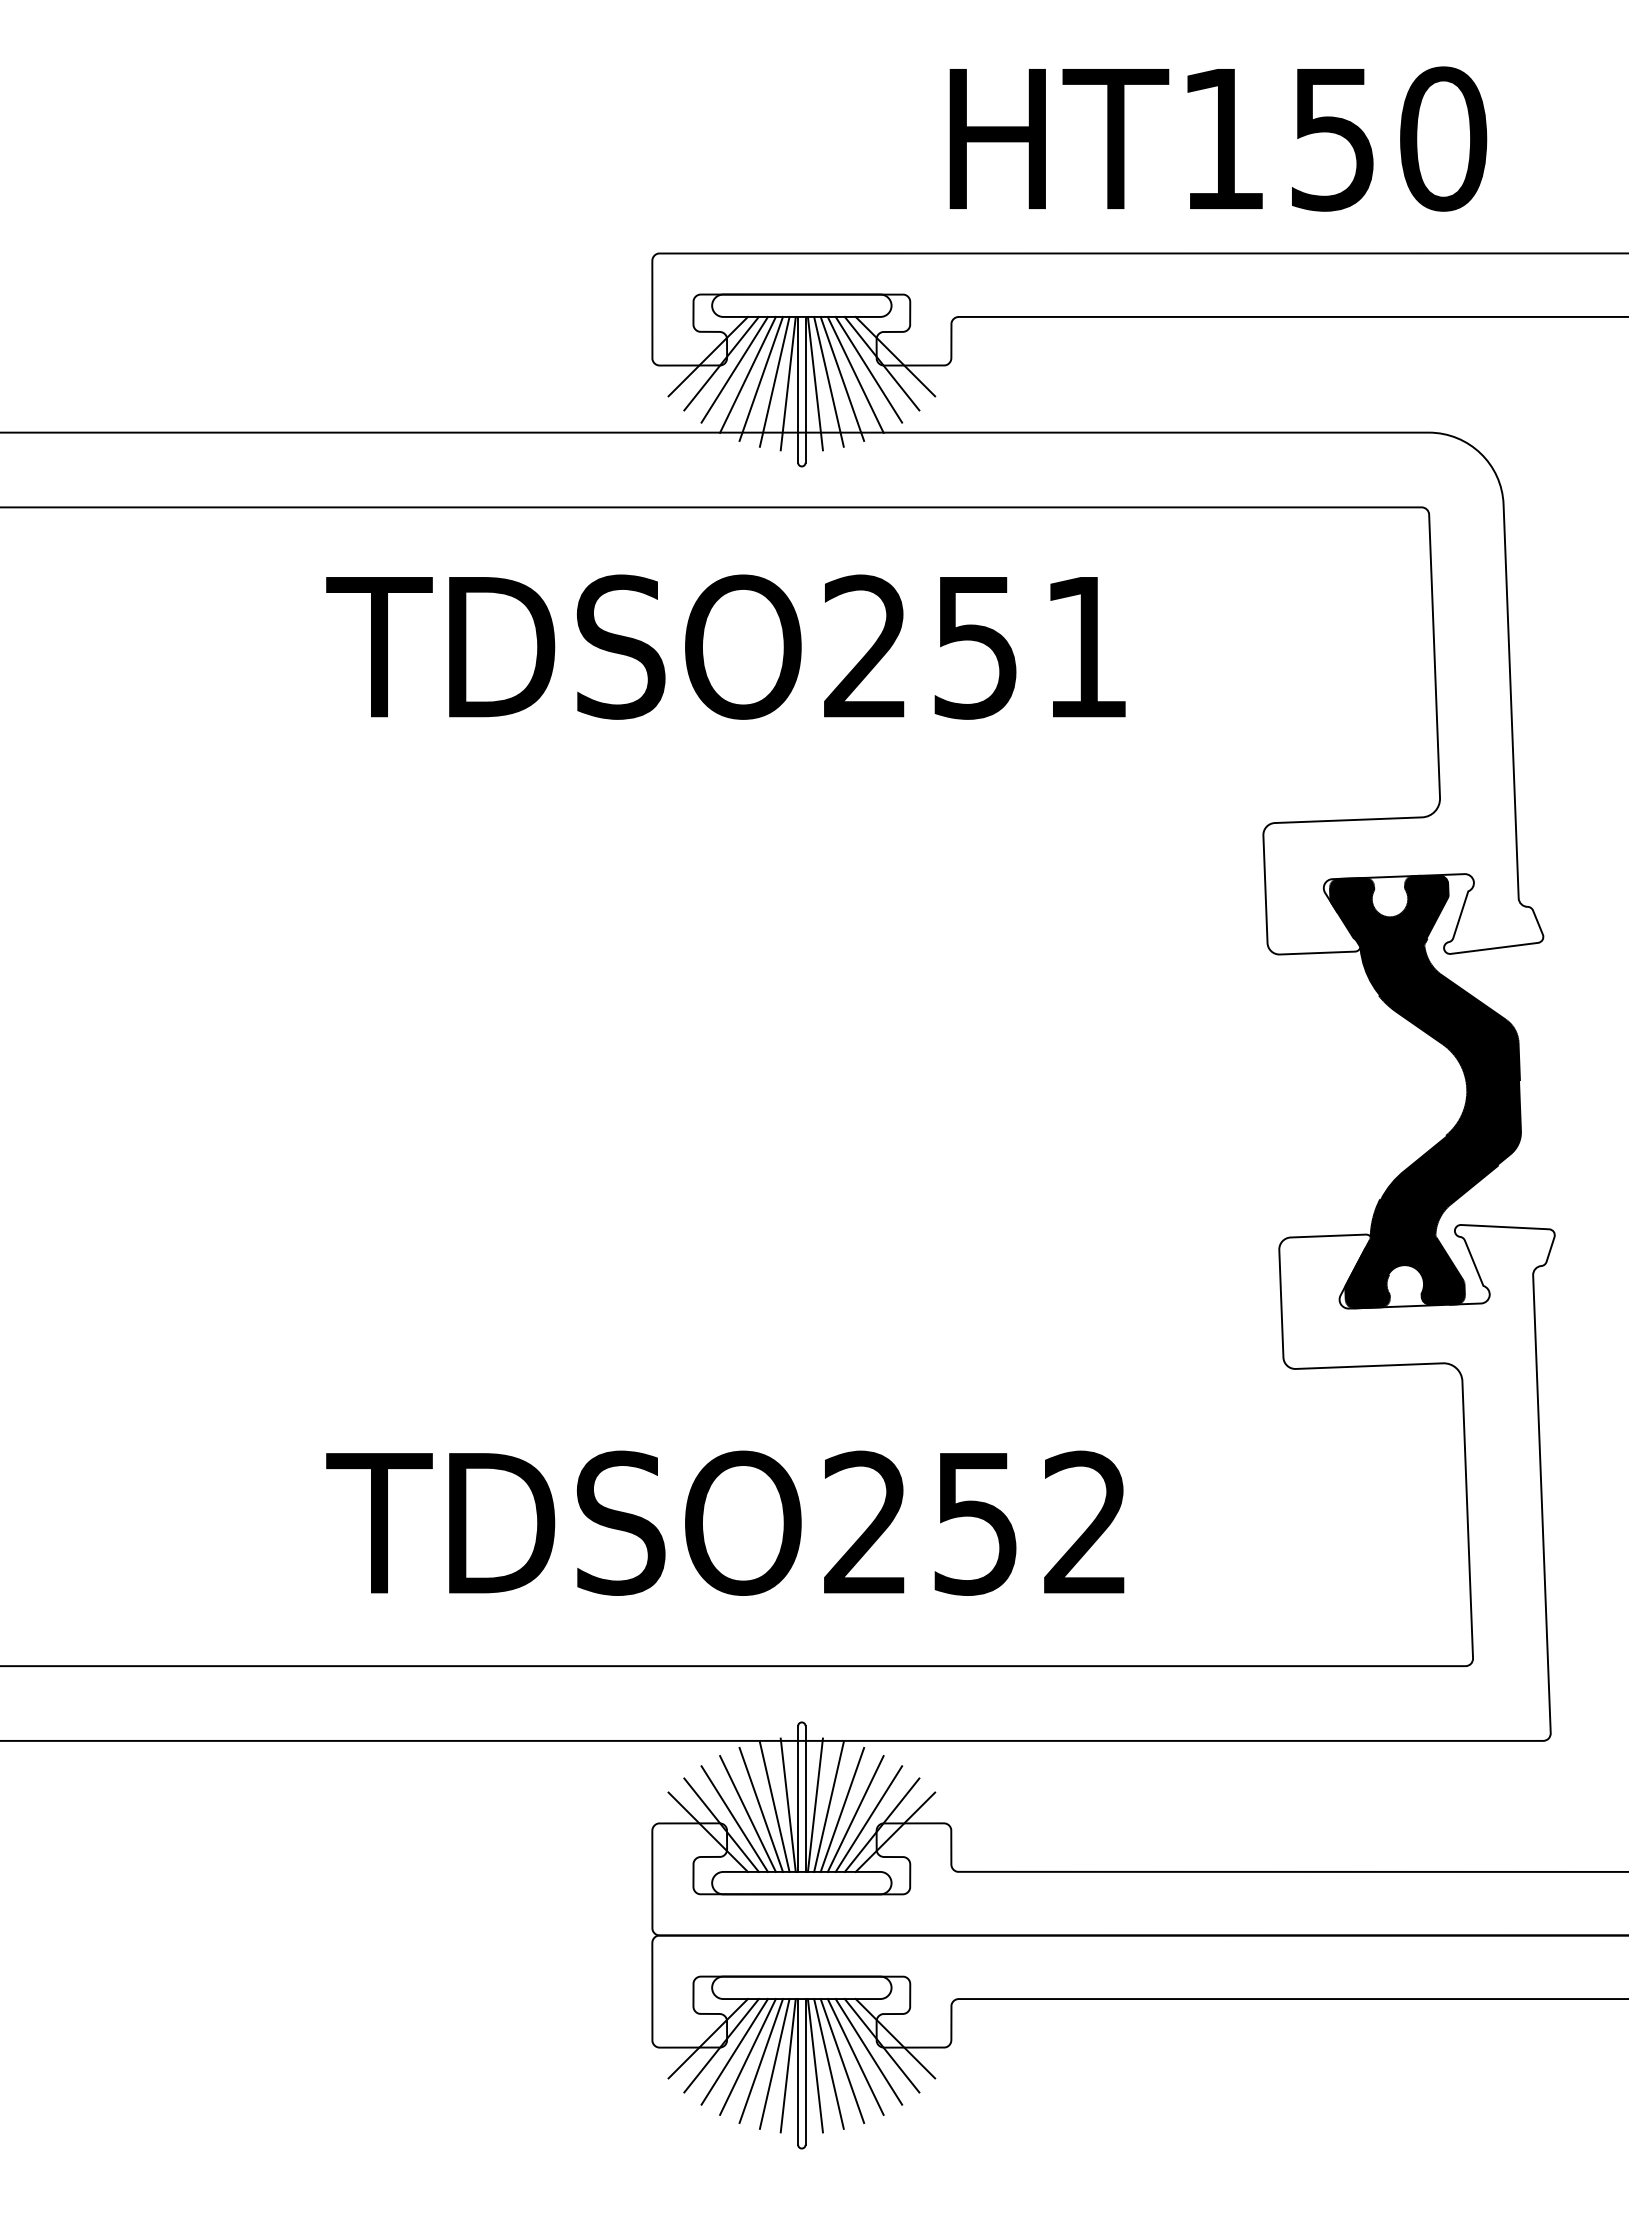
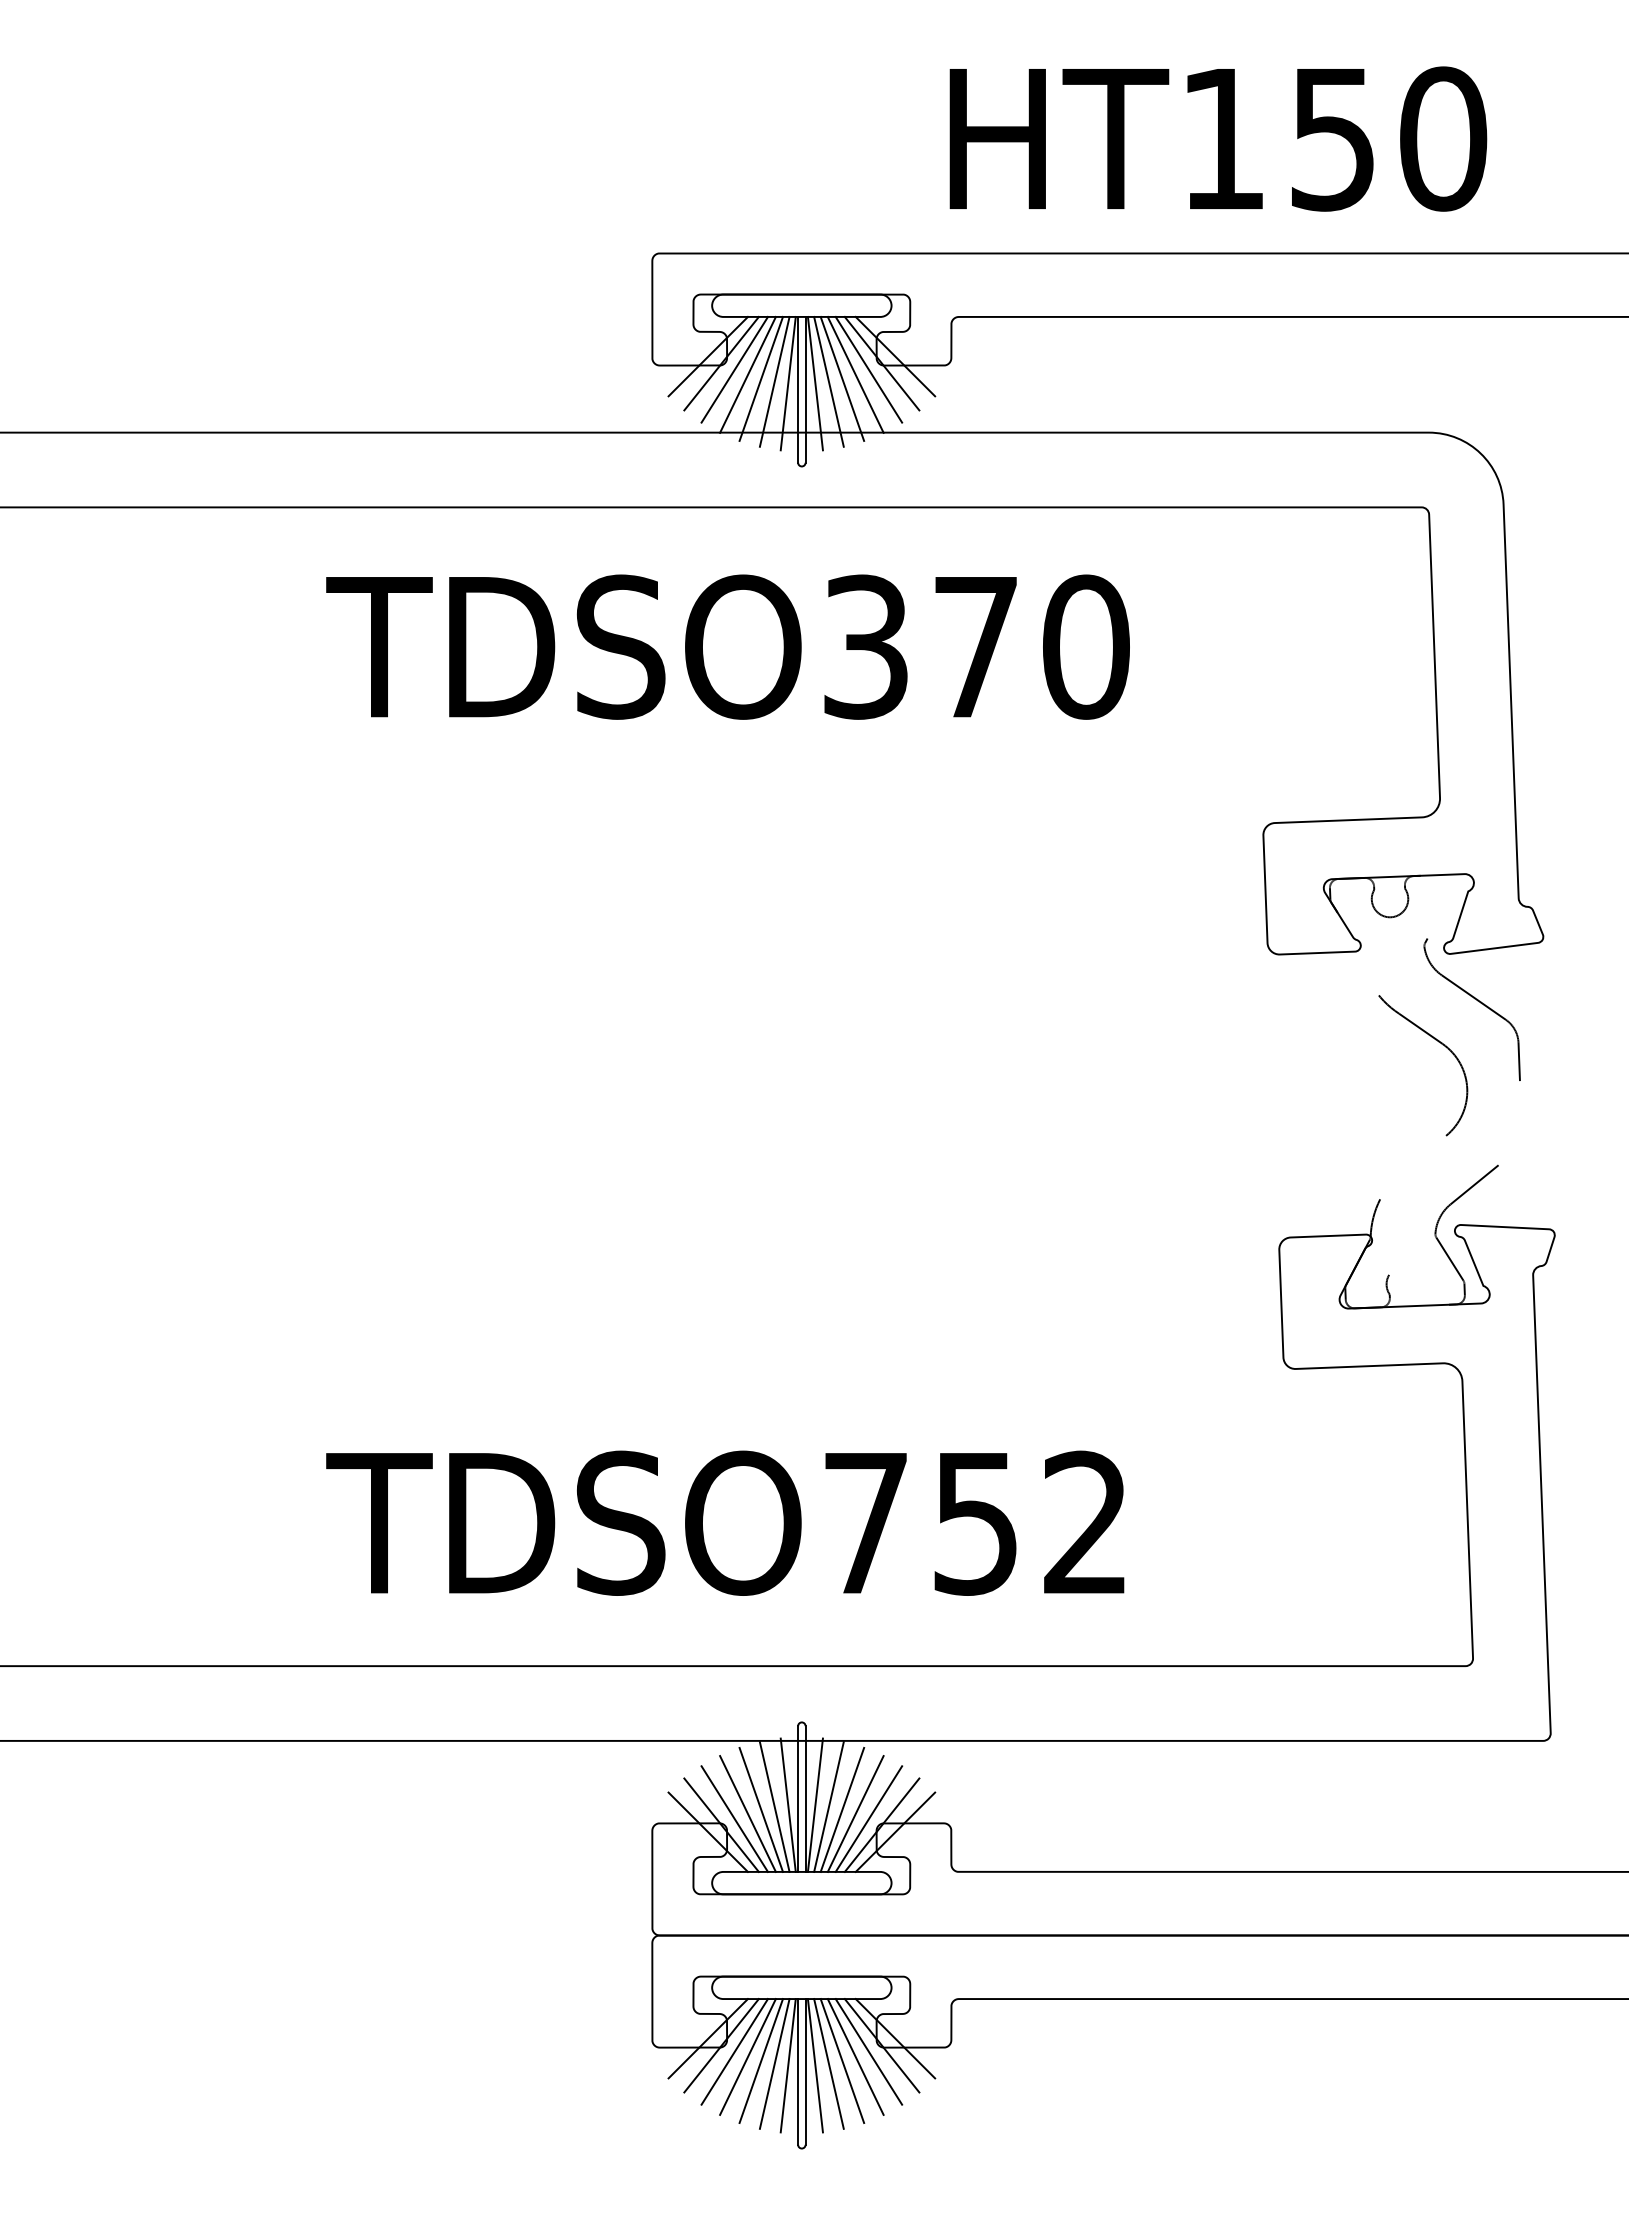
text at (976, 646): TDSO251 -> TDSO370
fill at (1425, 1091): present -> none
text at (865, 1521): TDSO252 -> TDSO752
